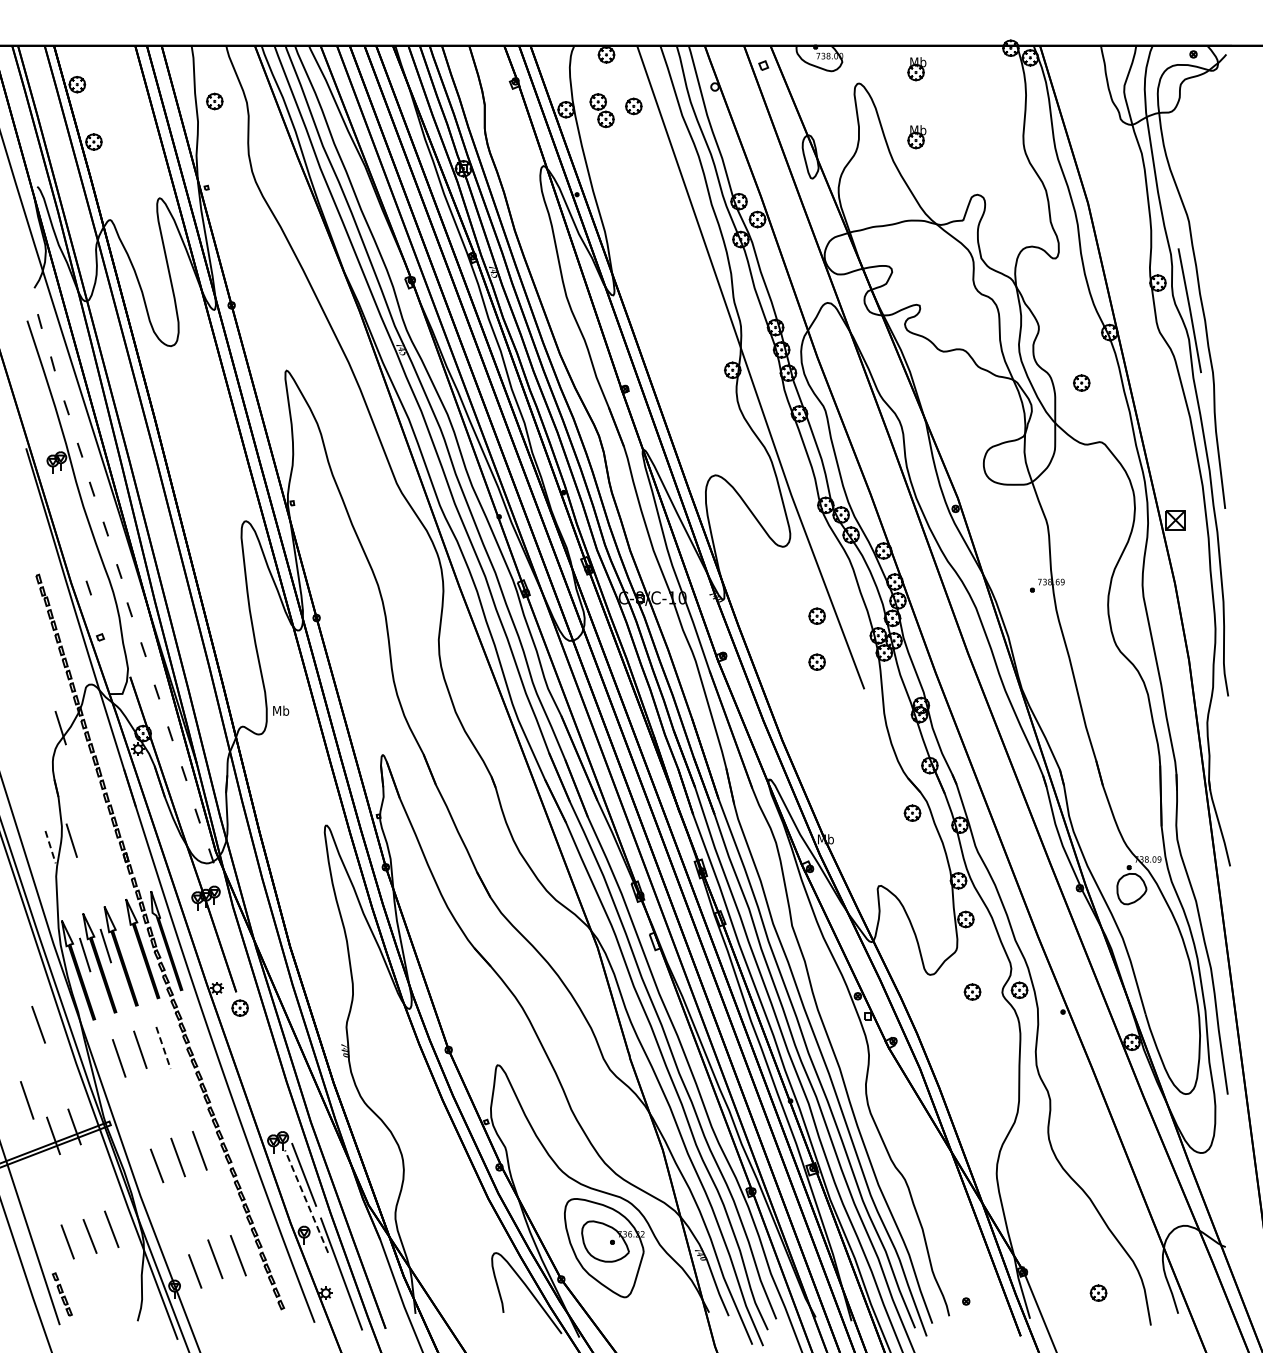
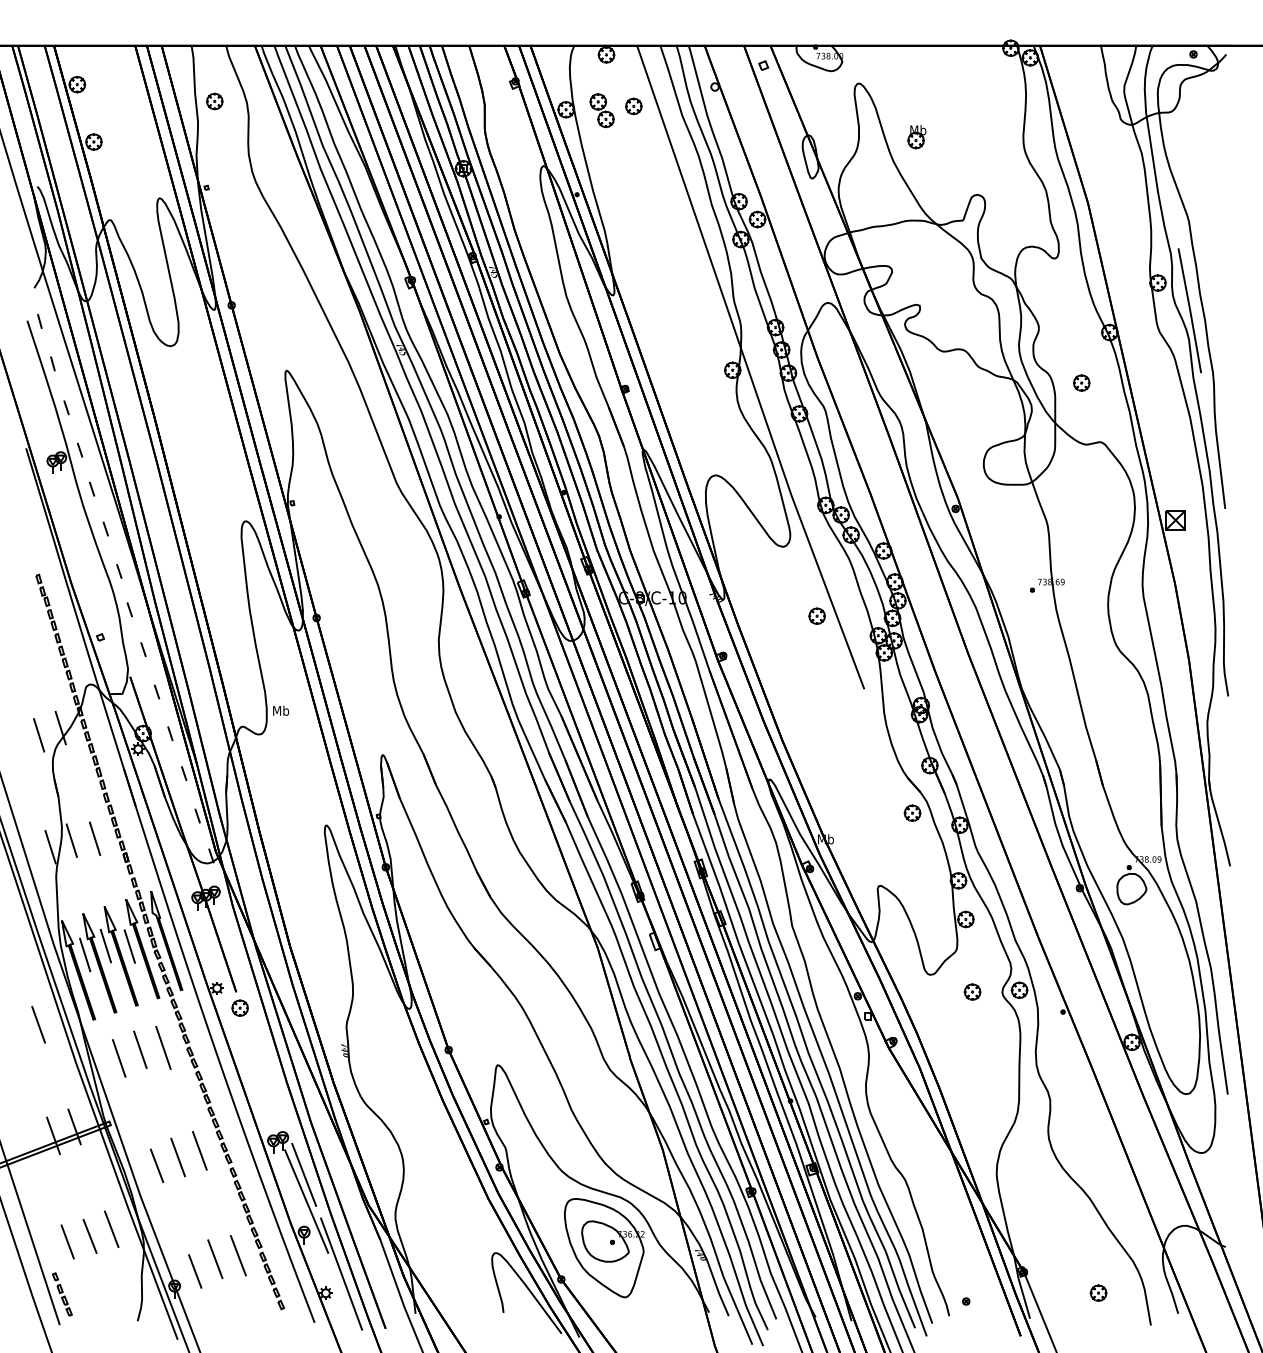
part at (916, 69): present -> none
line at (88, 587): present -> none
part at (816, 661): present -> none
line at (39, 735): none -> present
line at (94, 838): none -> present
line at (50, 847): dashed -> solid
line at (129, 946): none -> present
line at (163, 1048): dashed -> solid
line at (27, 1100): present -> none
line at (306, 1201): dashed -> solid
